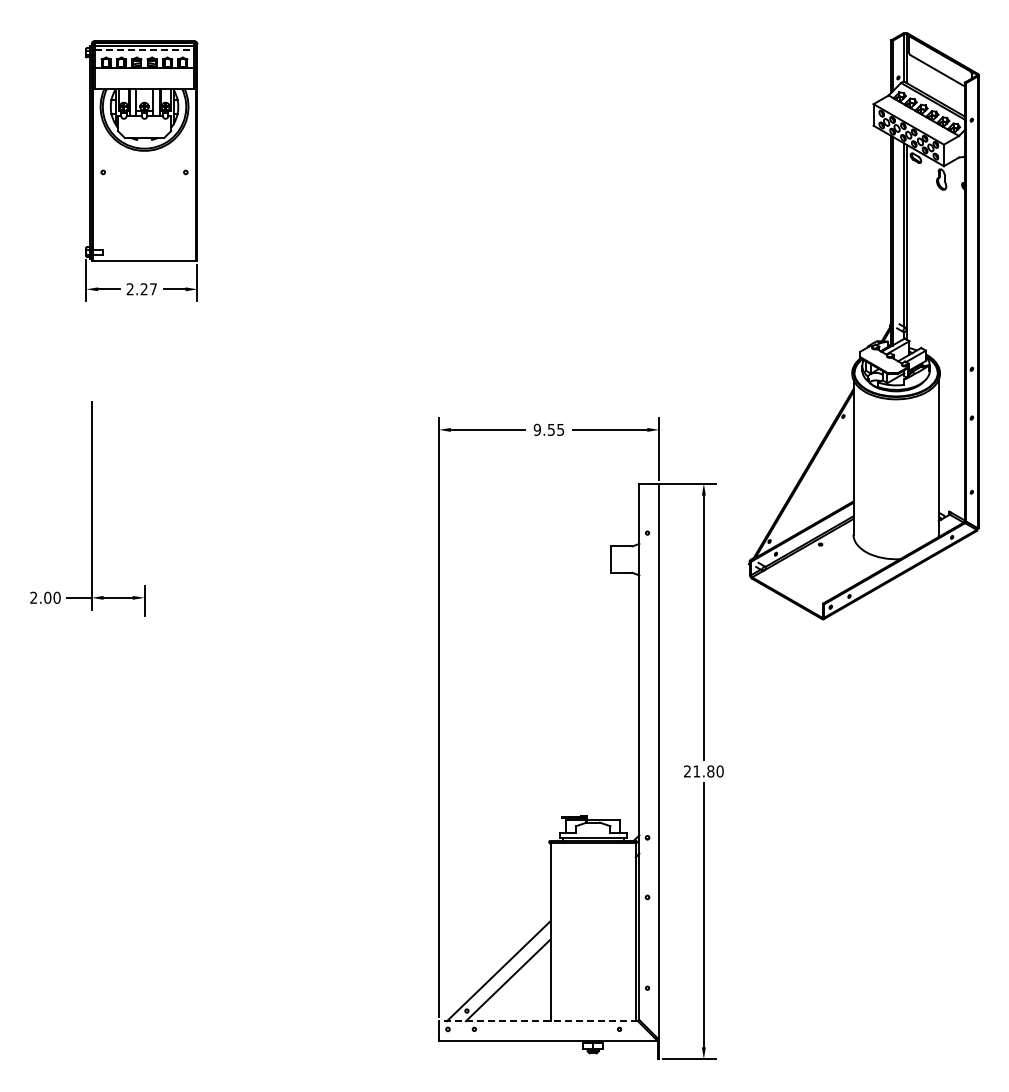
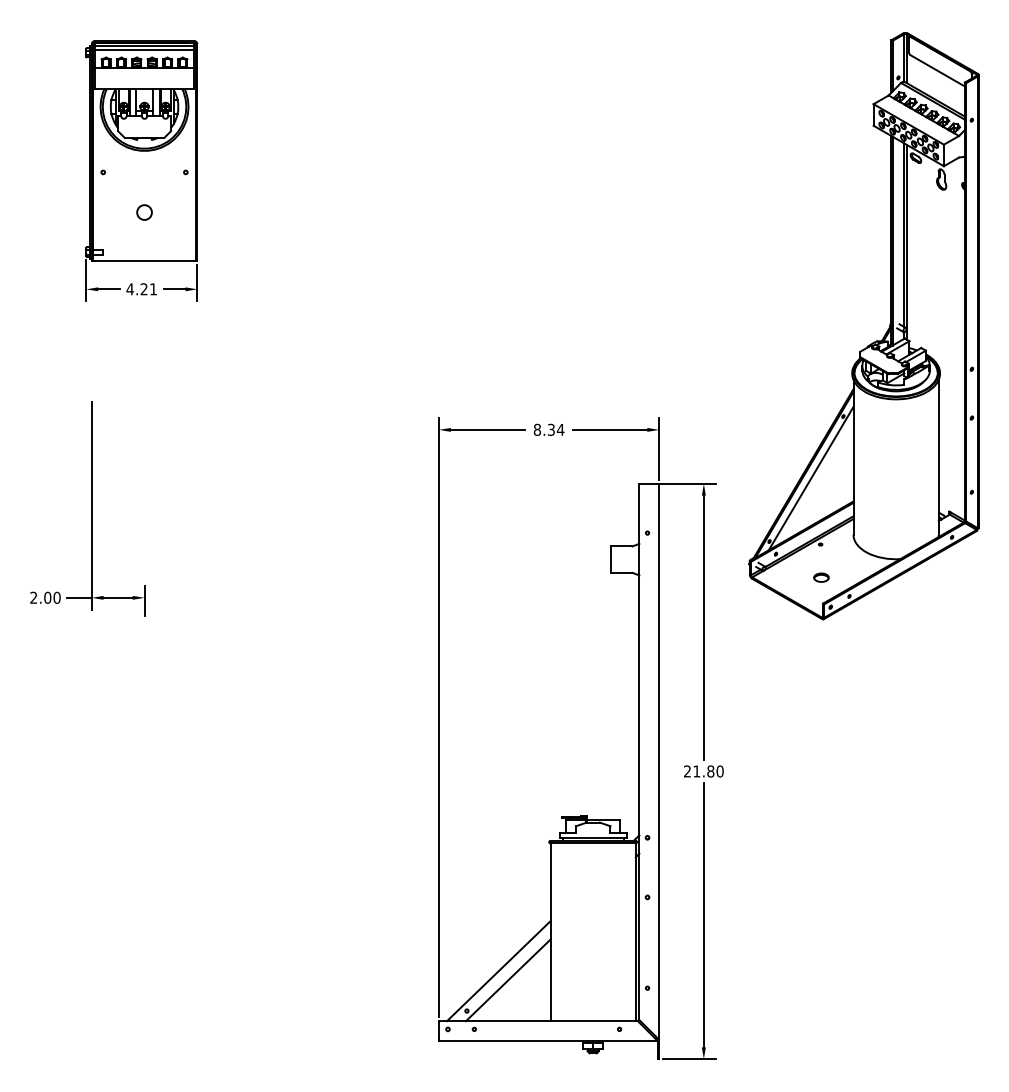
line at (144, 50): dashed -> solid
circle at (144, 212): none -> present
text at (141, 289): 2.27 -> 4.21
text at (548, 429): 9.55 -> 8.34
line at (810, 478): none -> present
part at (821, 577): none -> present
line at (537, 1021): dashed -> solid
